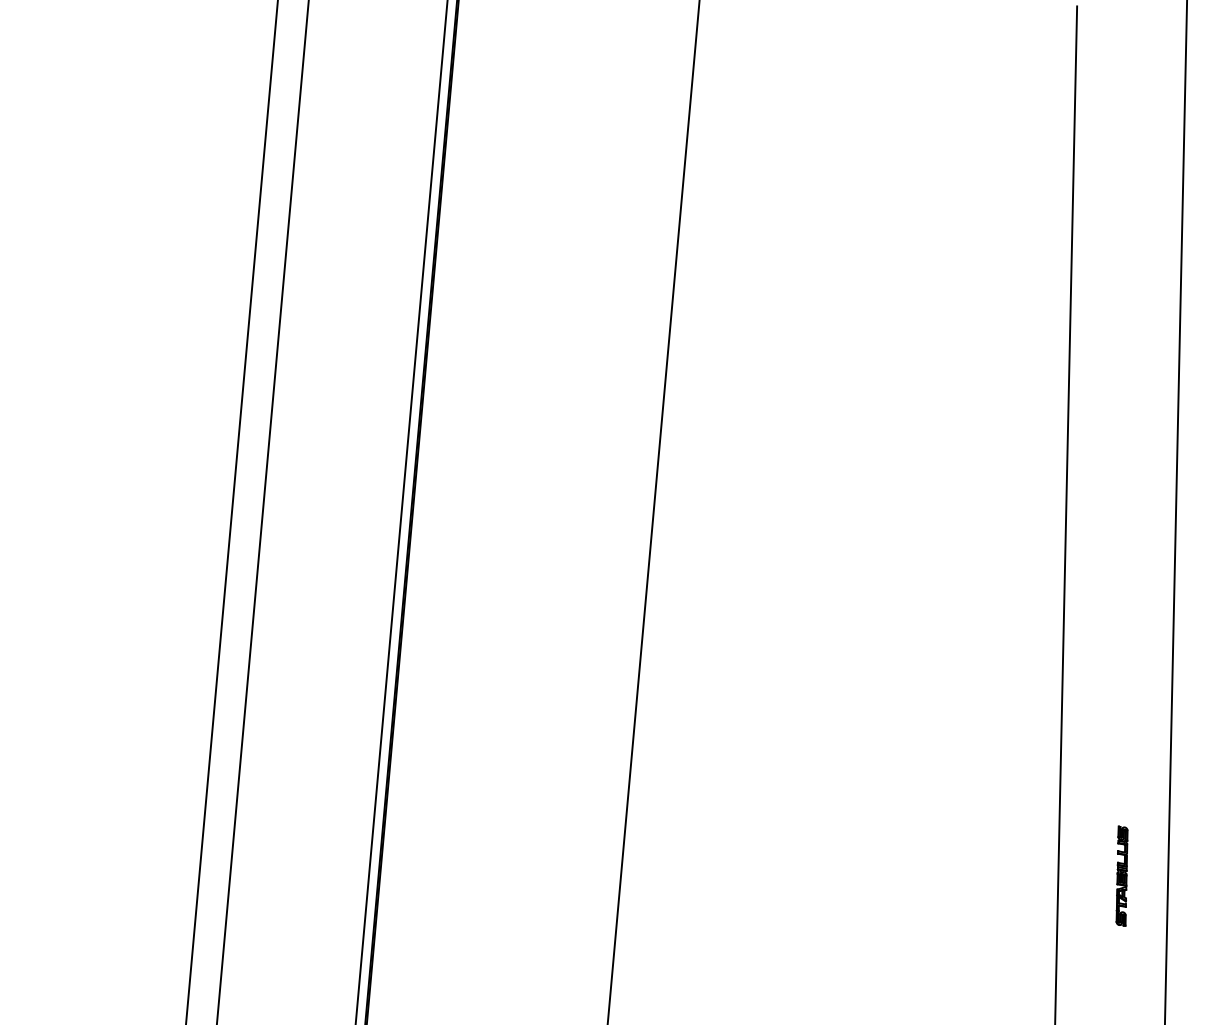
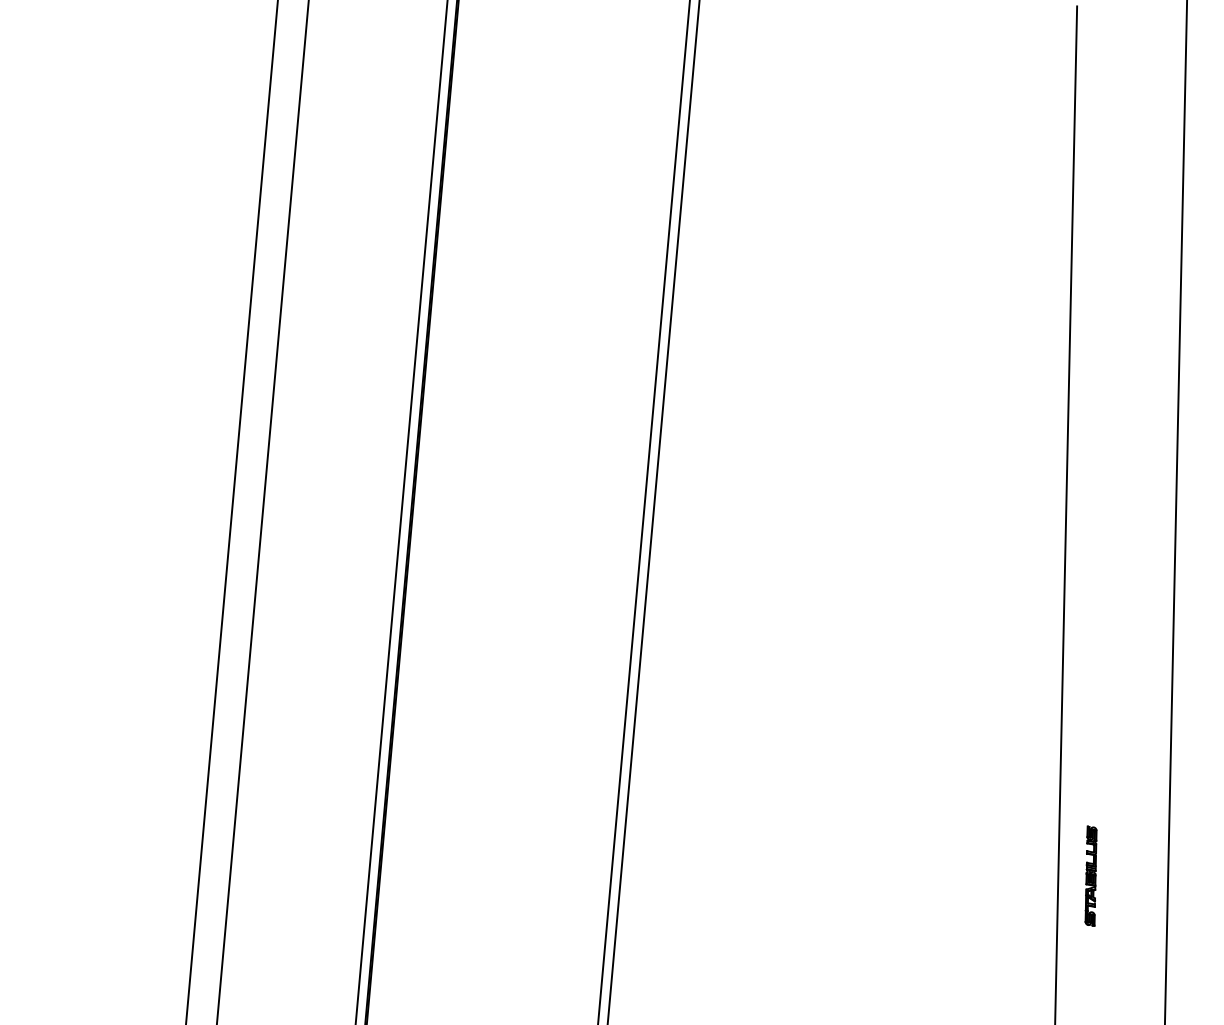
line at (643, 511): none -> present
part at (1121, 875) position: (1121, 875) -> (1090, 875)
